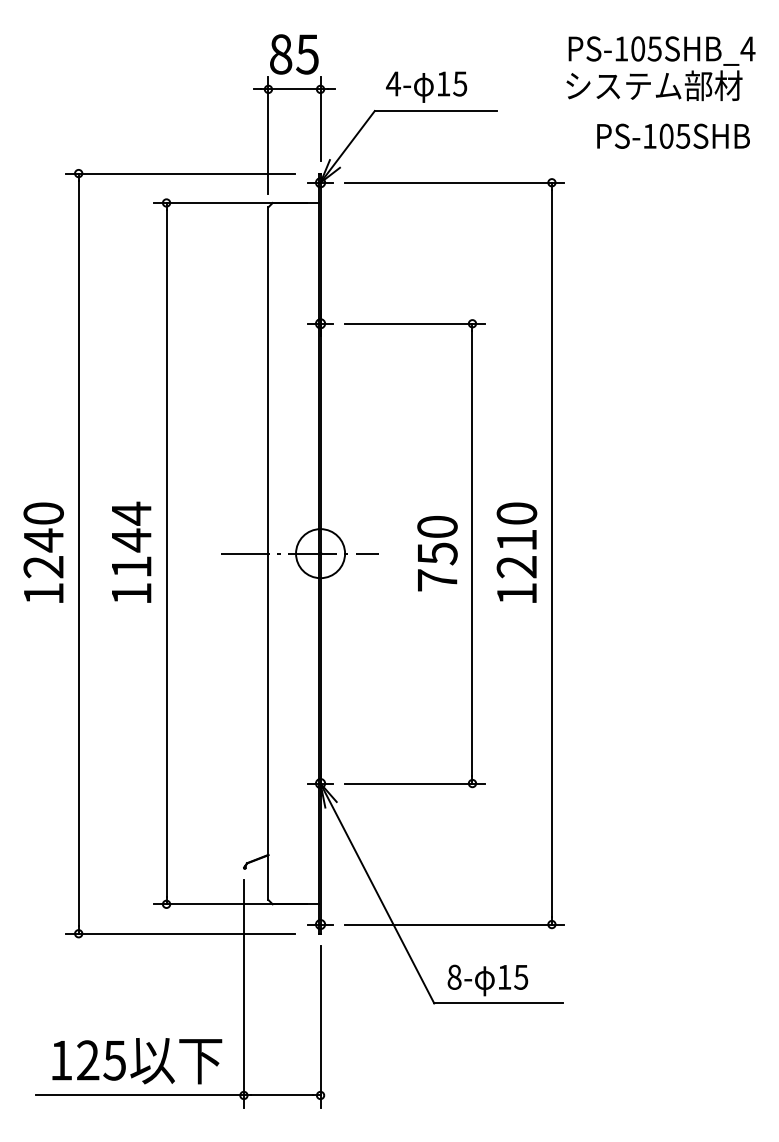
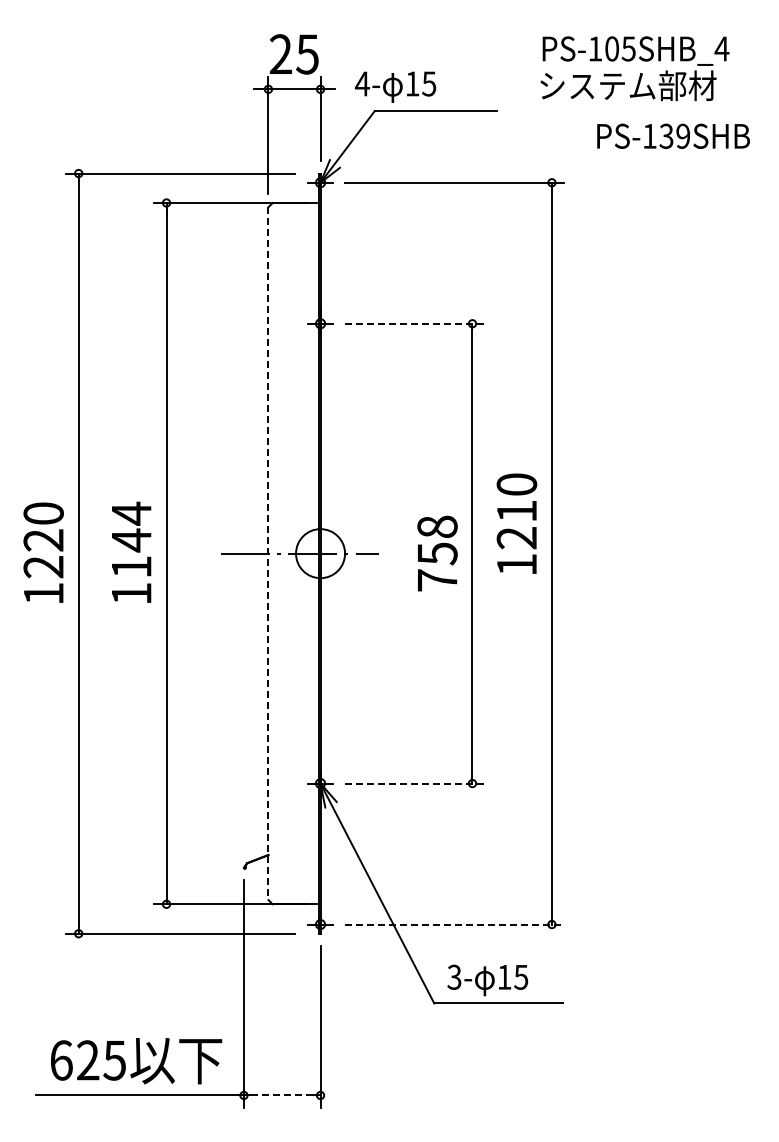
text at (280, 54): 85 -> 25
text at (660, 68) position: (660, 68) -> (634, 68)
text at (426, 86) position: (426, 86) -> (395, 86)
text at (674, 135): PS-105SHB -> PS-139SHB
line at (414, 323): solid -> dashed
text at (437, 526): 750 -> 758
text at (43, 540): 1240 -> 1220
text at (516, 552) position: (516, 552) -> (516, 523)
line at (268, 554): solid -> dashed
line at (414, 783): solid -> dashed
line at (454, 924): solid -> dashed
text at (454, 976): 8- -> 3-
text at (61, 1060): 125 -> 625
line at (282, 1095): solid -> dashed
